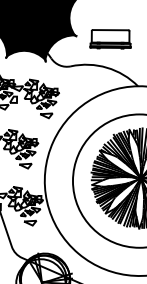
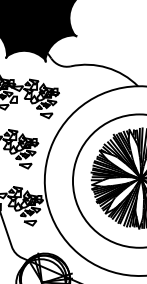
part at (110, 39): present -> none
